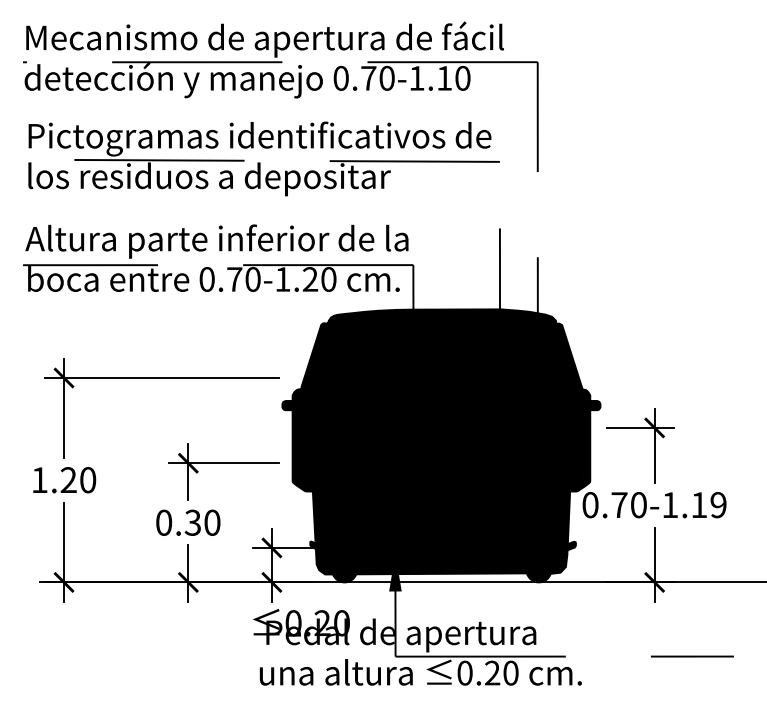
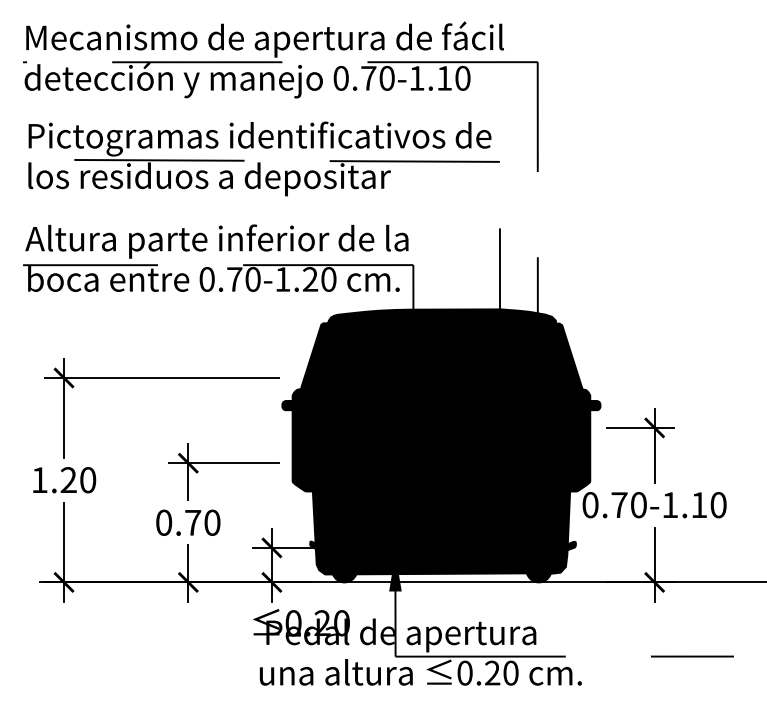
text at (718, 505): 0.70-1.19 -> 0.70-1.10
text at (192, 522): 0.30 -> 0.70
